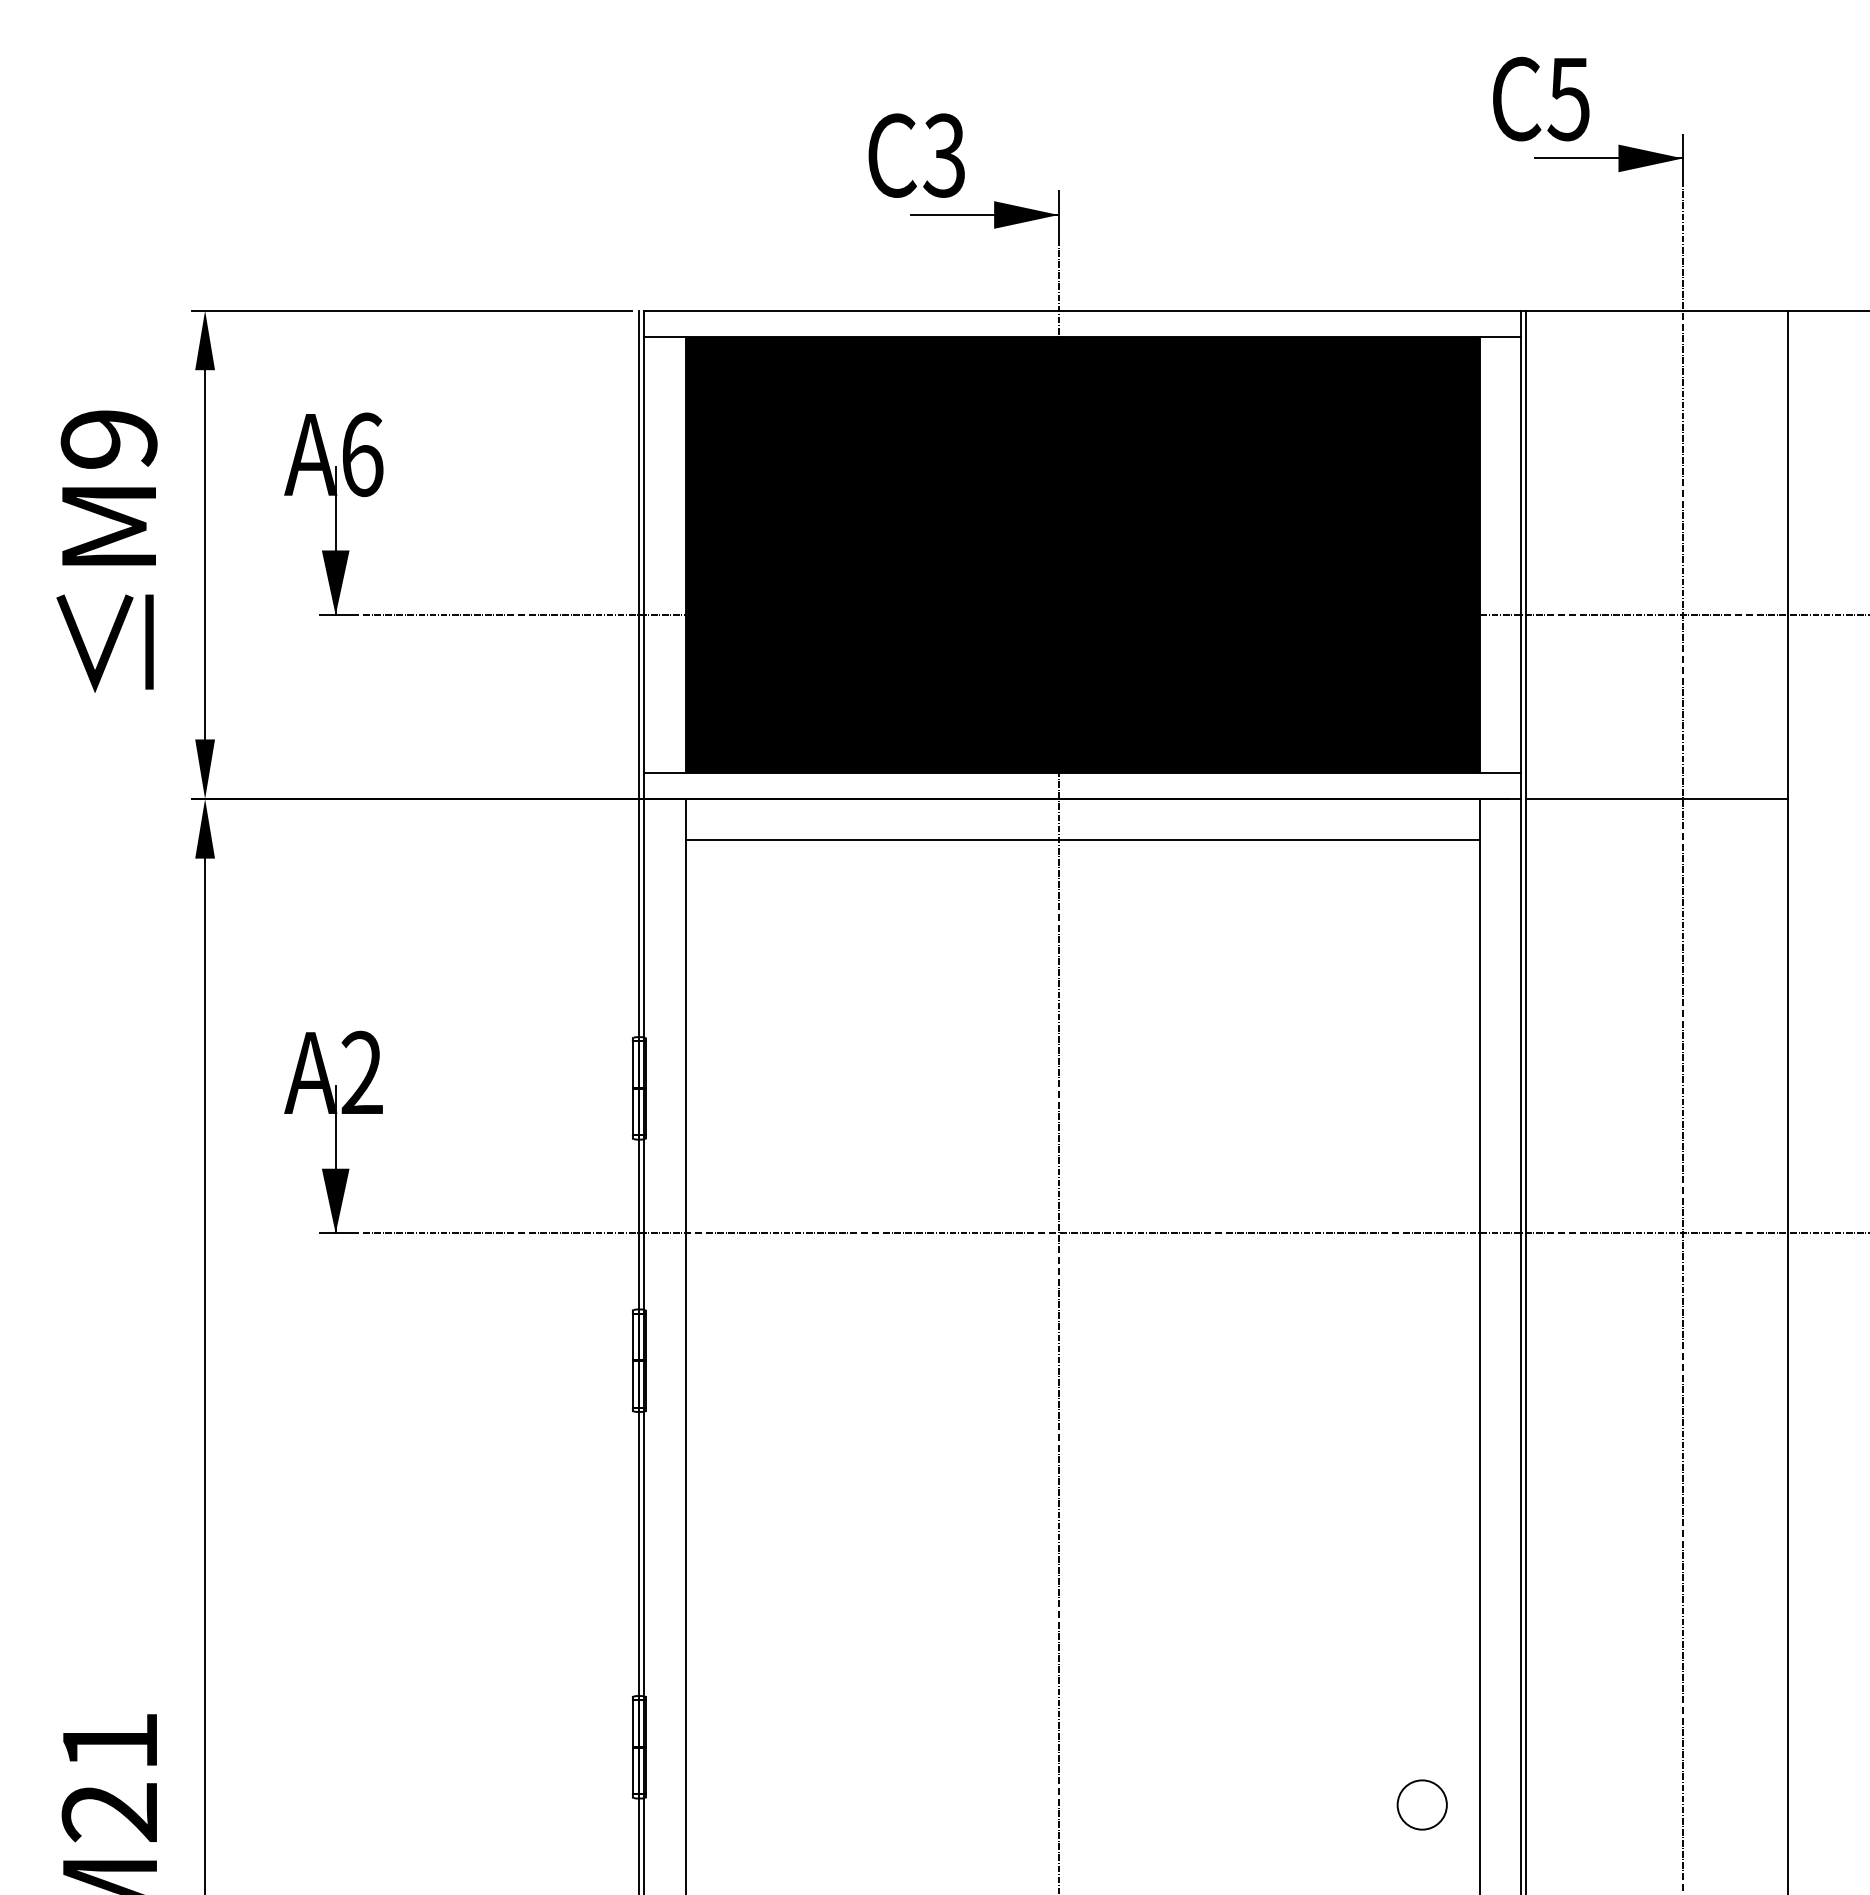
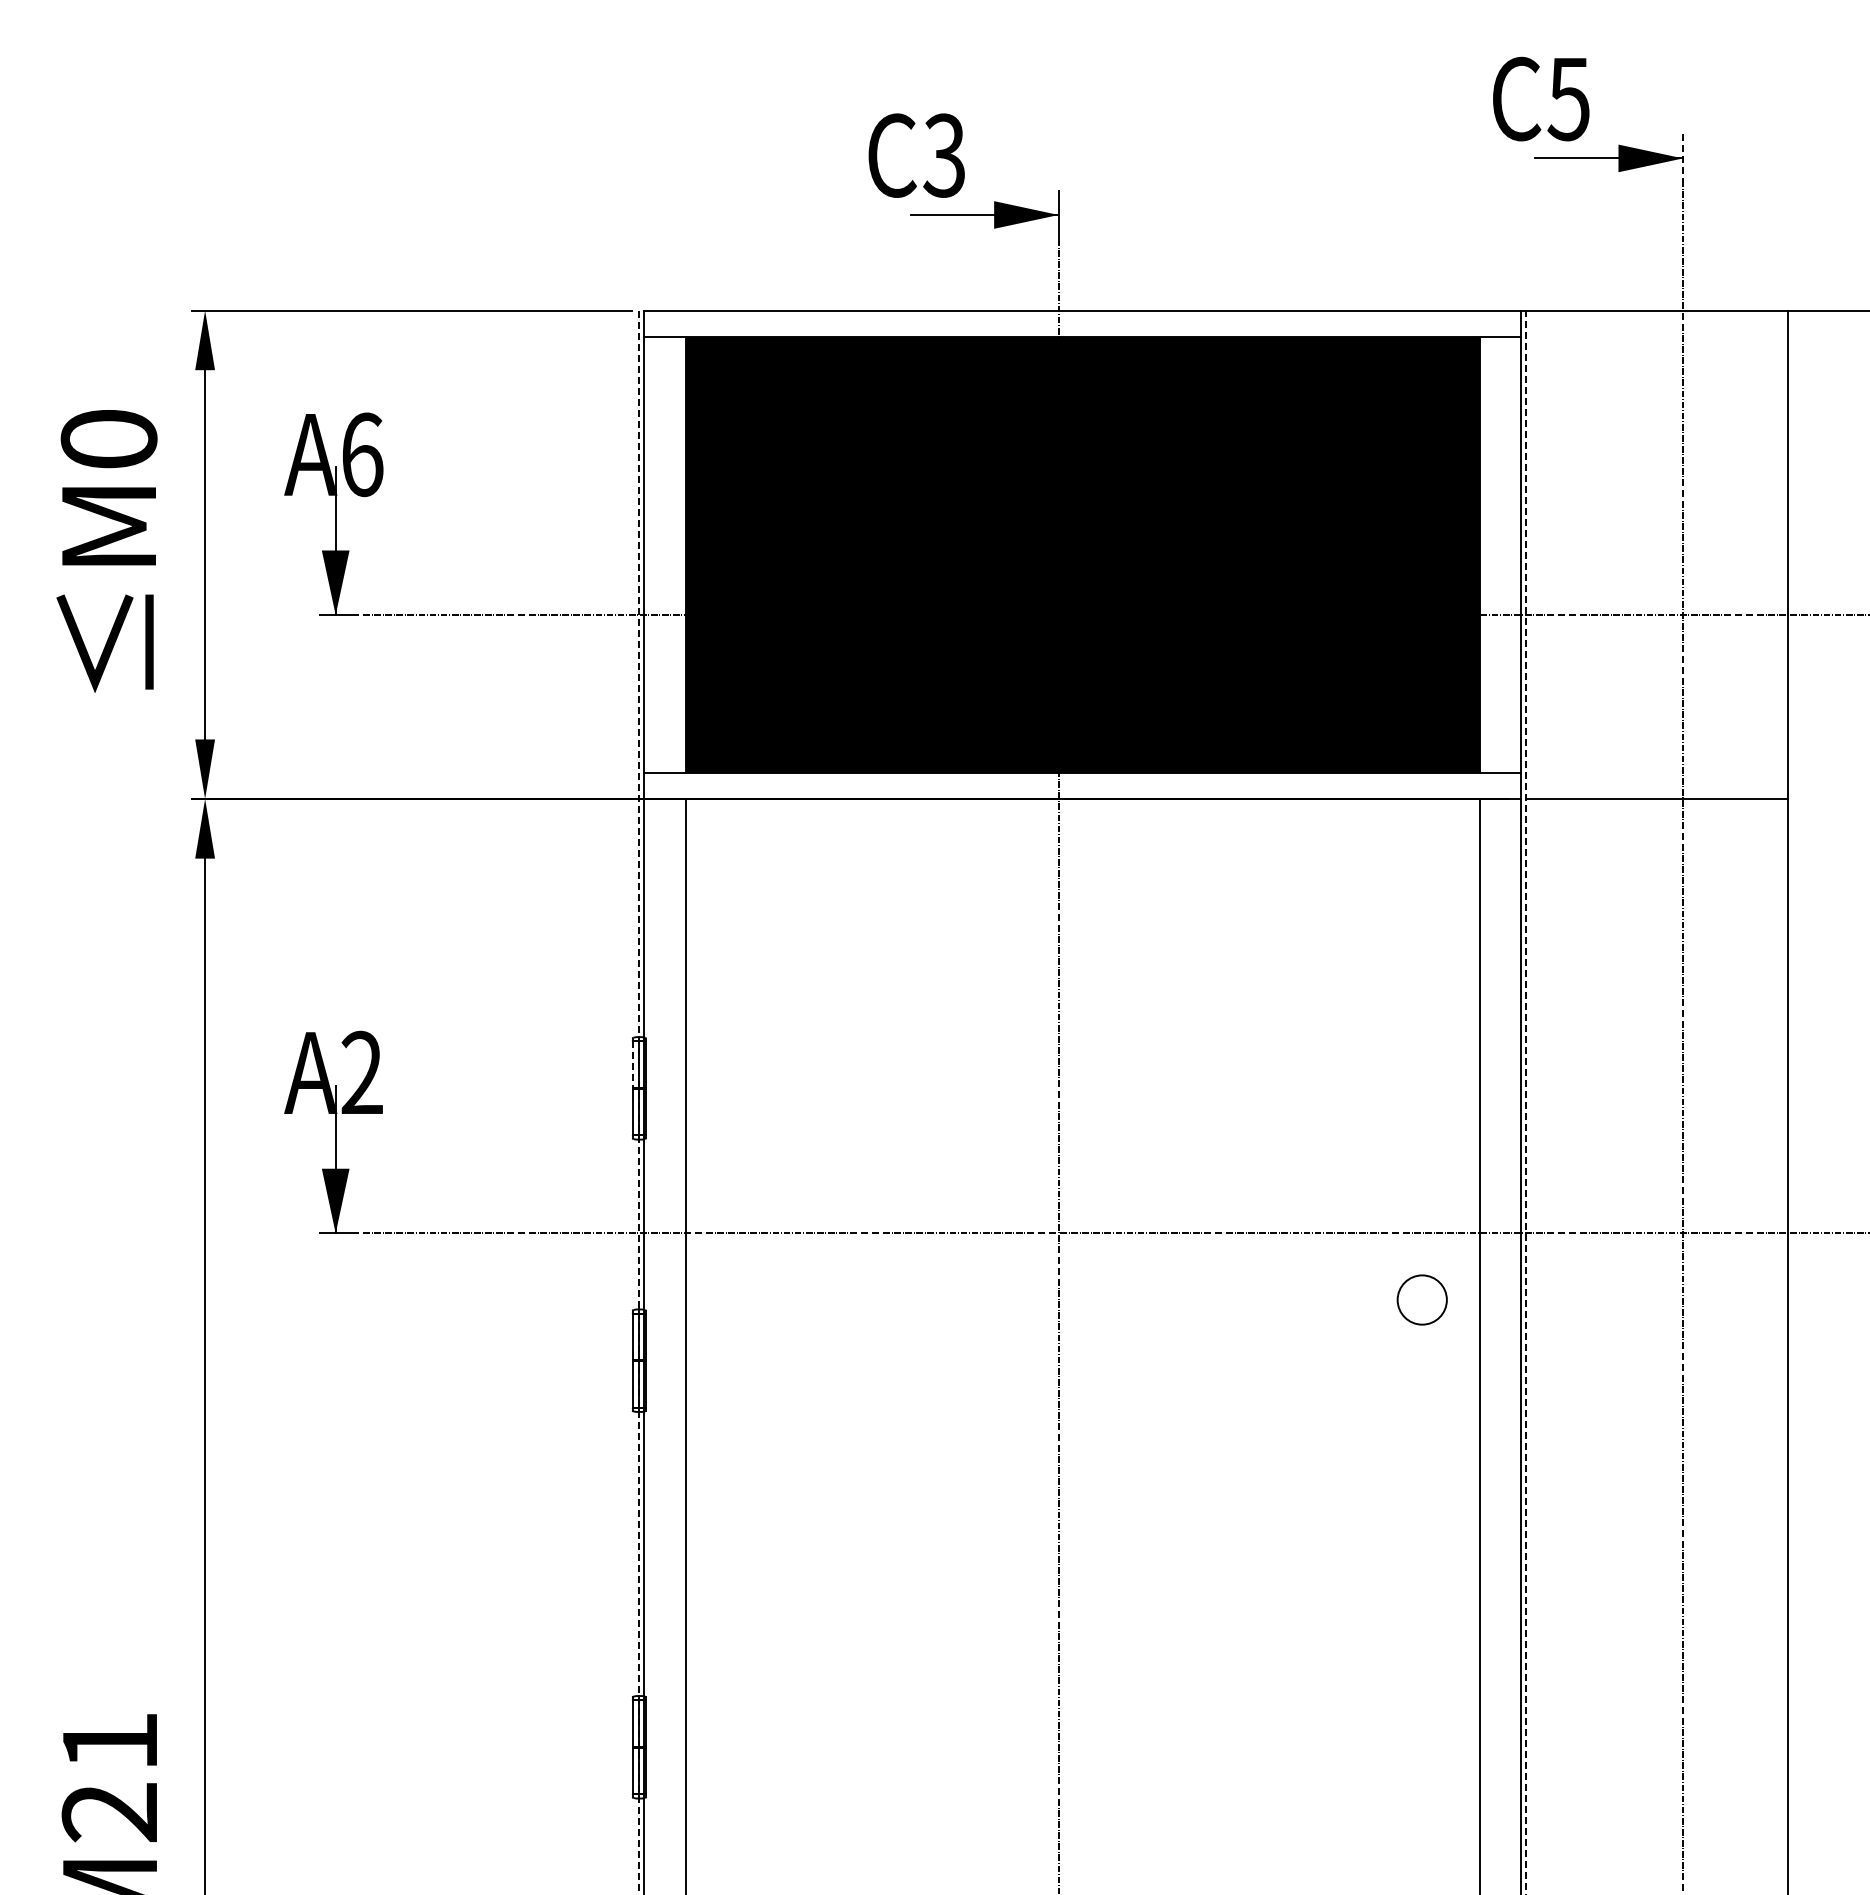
line at (1683, 158): solid -> dashed
text at (108, 439): M9 -> M0
line at (1082, 840): present -> none
line at (632, 1065): solid -> dashed
line at (639, 1102): solid -> dashed
line at (1526, 1102): solid -> dashed
circle at (1421, 1804) position: (1421, 1804) -> (1421, 1299)
